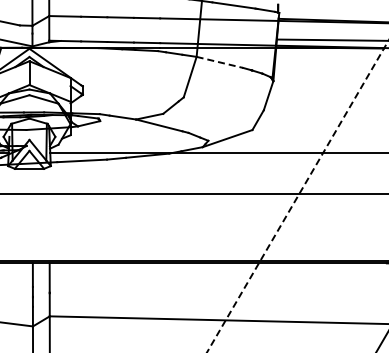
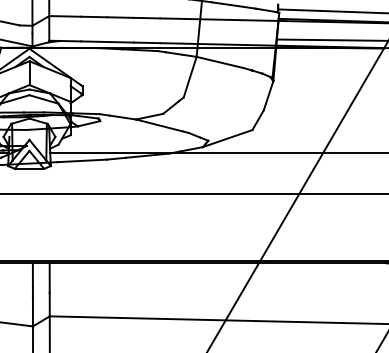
line at (331, 11): none -> present
line at (219, 62): dashed -> solid
line at (297, 196): dashed -> solid
